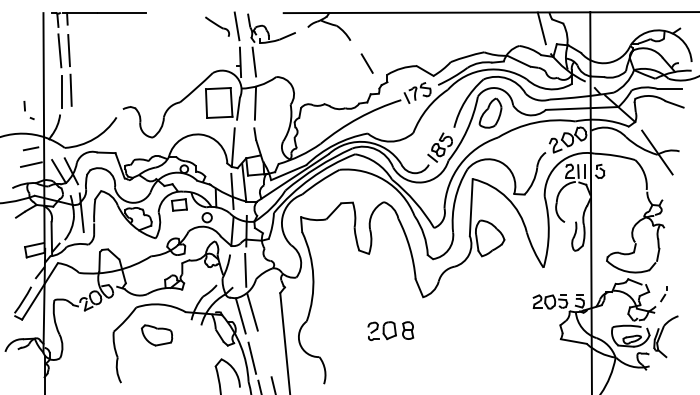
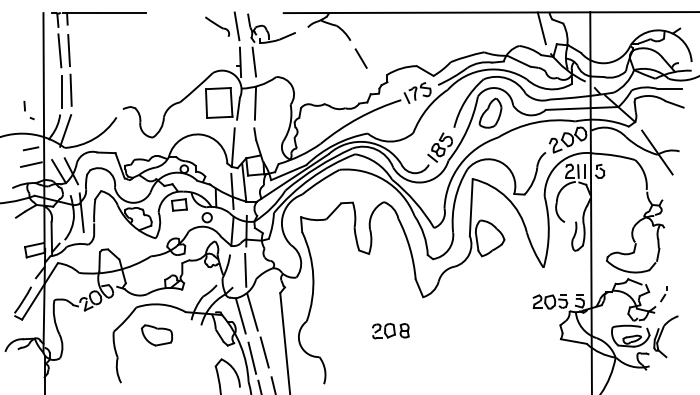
line at (366, 63) position: (366, 63) -> (360, 58)
line at (65, 130): none -> present
part at (390, 330) size: 48x20 px -> 38x17 px
line at (264, 352): none -> present
